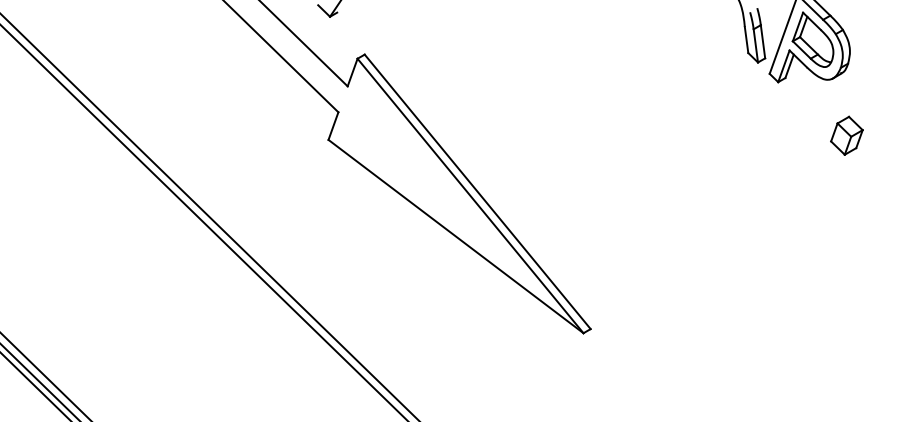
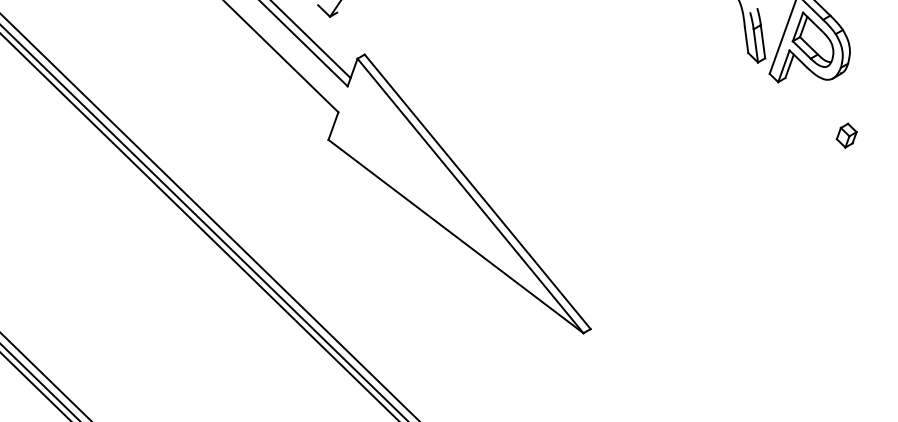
line at (311, 40): none -> present
part at (846, 135) size: 34x41 px -> 23x27 px
line at (199, 226): none -> present
